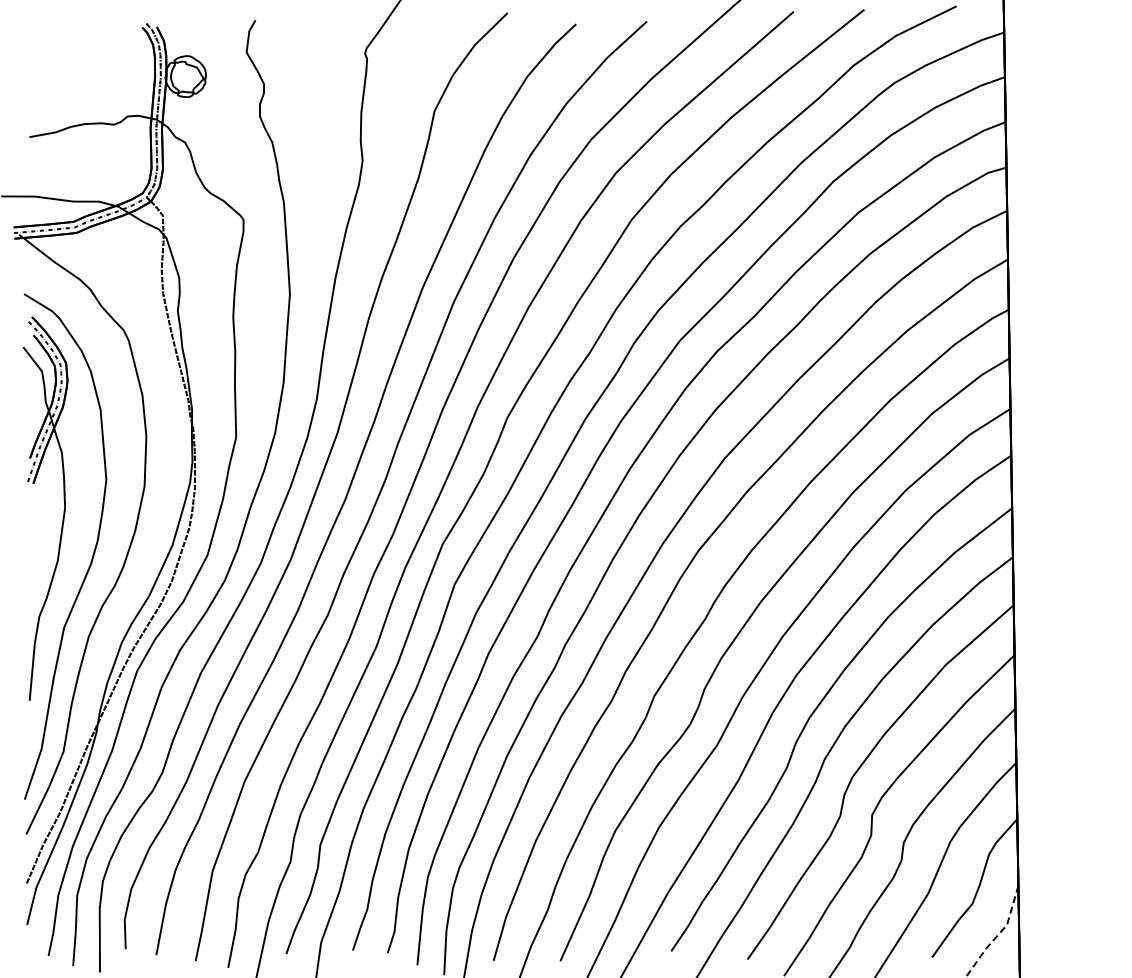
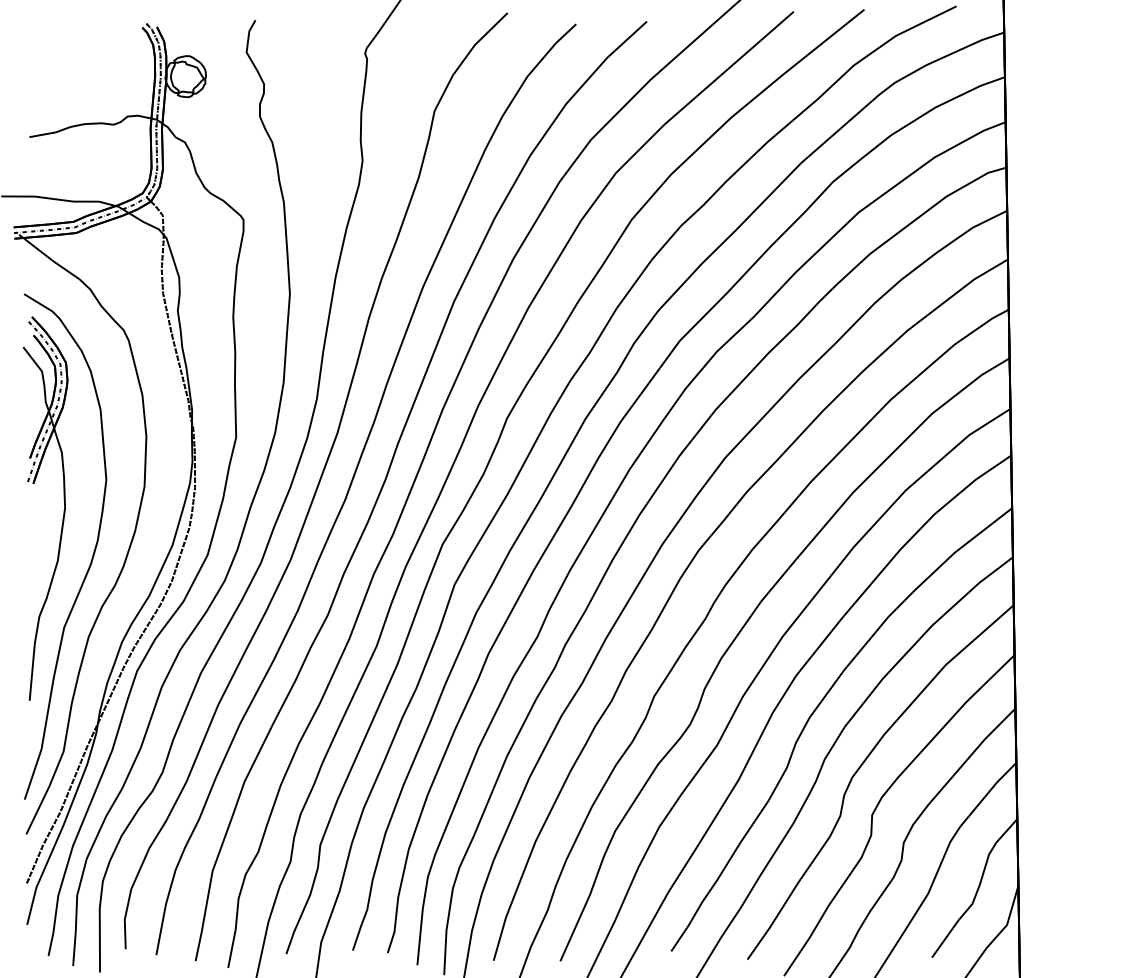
line at (998, 934): dashed -> solid
